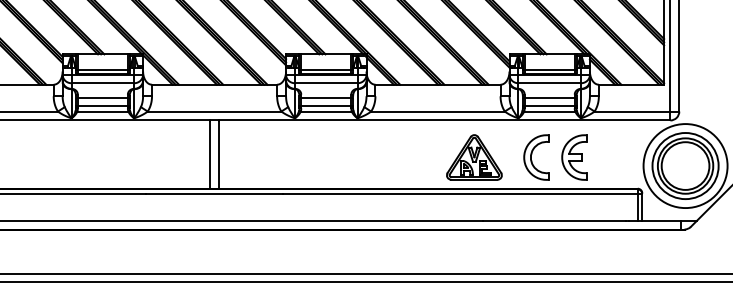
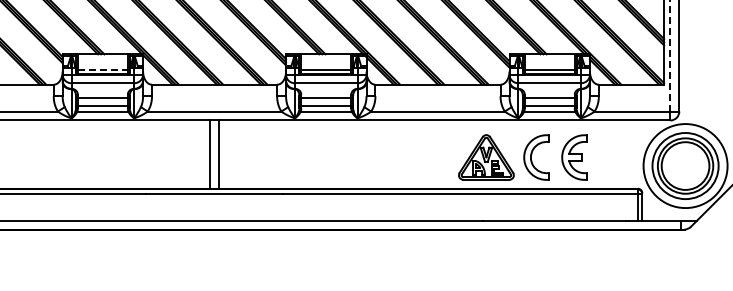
line at (670, 56): solid -> dashed
line at (103, 69): solid -> dashed
part at (474, 157) position: (474, 157) -> (486, 157)
line at (365, 274): present -> none
line at (365, 282): present -> none
